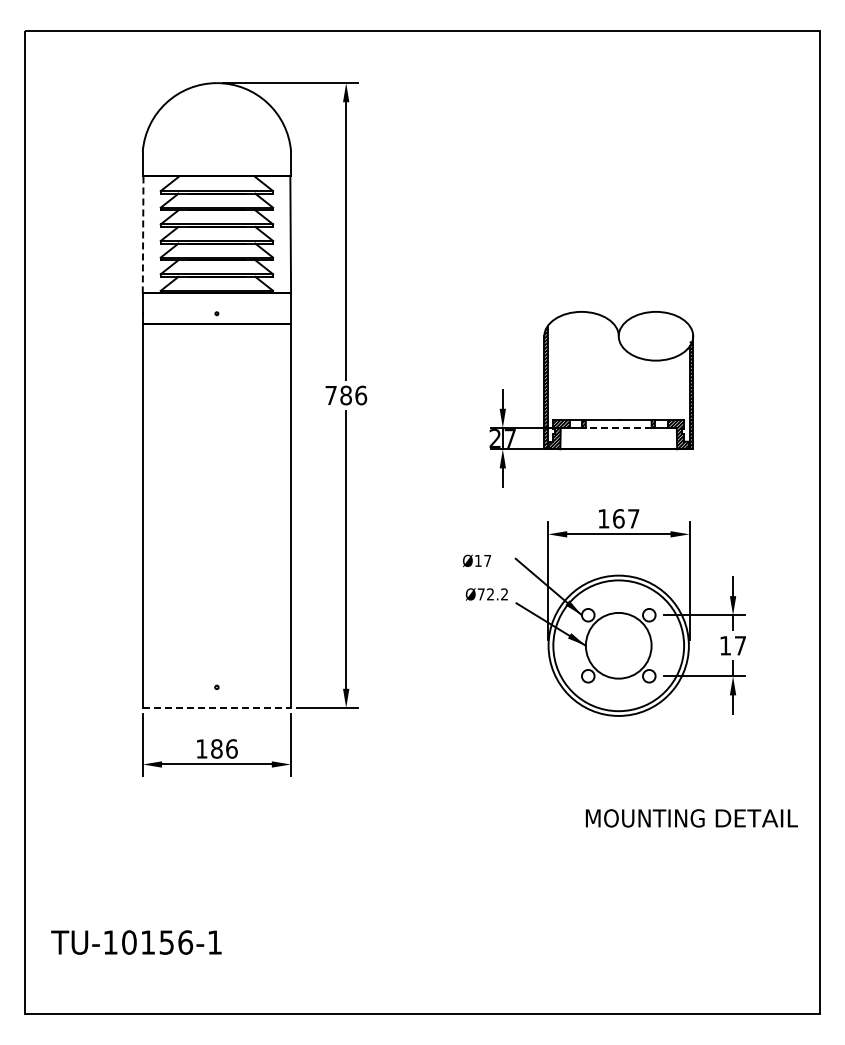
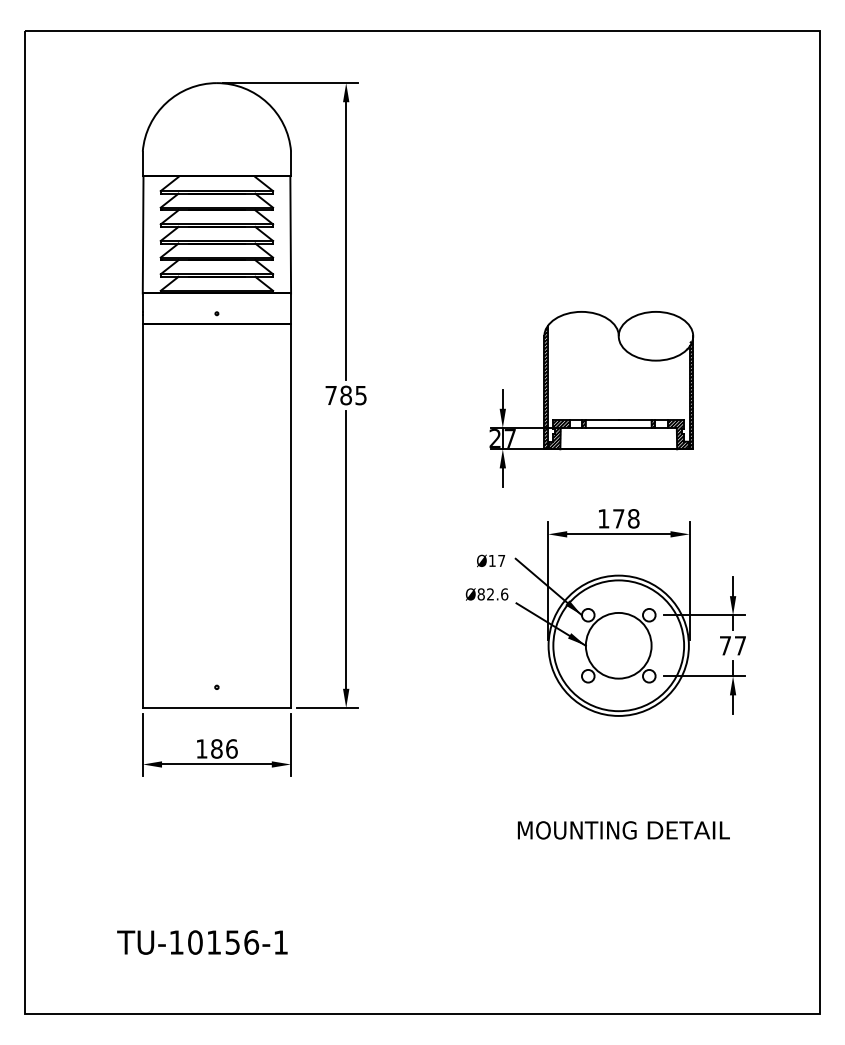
line at (143, 234): dashed -> solid
text at (361, 395): 786 -> 785
line at (618, 427): dashed -> solid
text at (626, 518): 167 -> 178
text at (477, 560) position: (477, 560) -> (491, 560)
text at (492, 594): Ø72.2 -> Ø82.6
text at (725, 645): 17 -> 77
line at (216, 707): dashed -> solid
text at (691, 818) position: (691, 818) -> (623, 830)
text at (136, 942) position: (136, 942) -> (202, 942)
